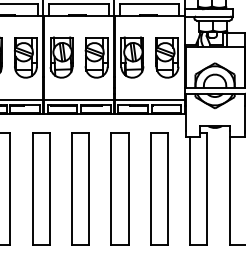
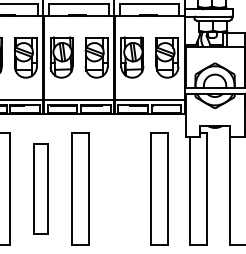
part at (41, 188) size: 19x114 px -> 16x92 px
part at (119, 188): present -> none
